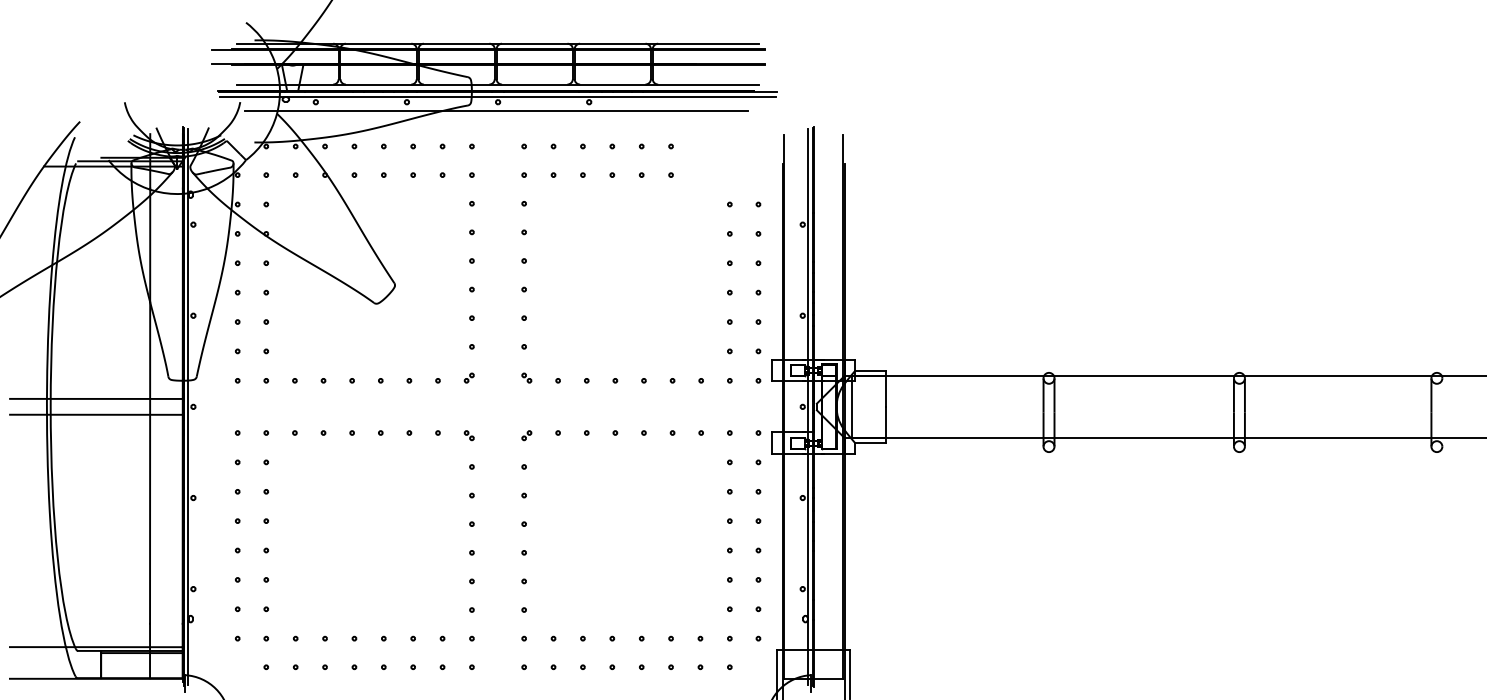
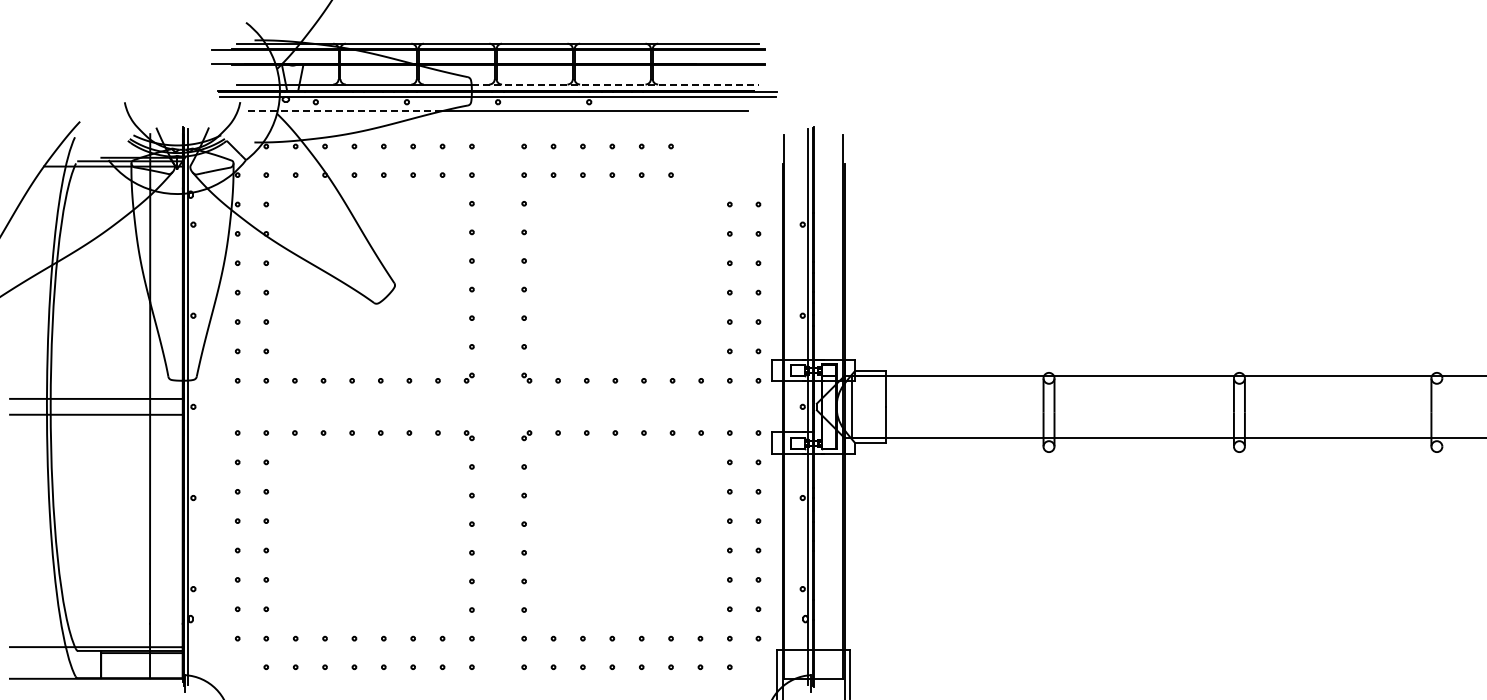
line at (615, 84): solid -> dashed
line at (343, 111): solid -> dashed
